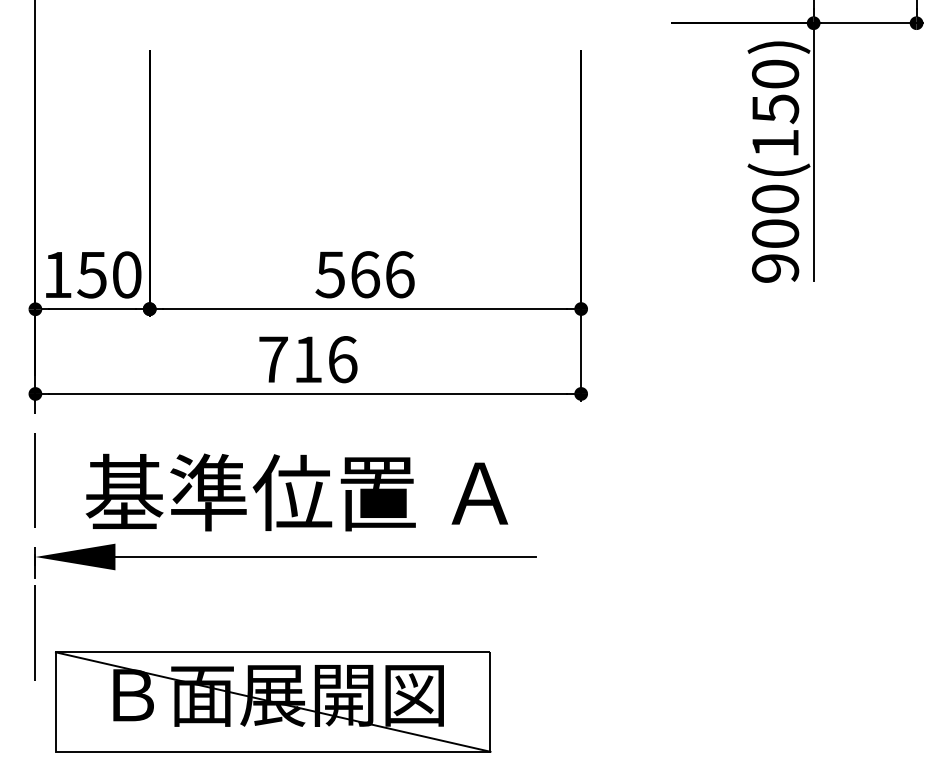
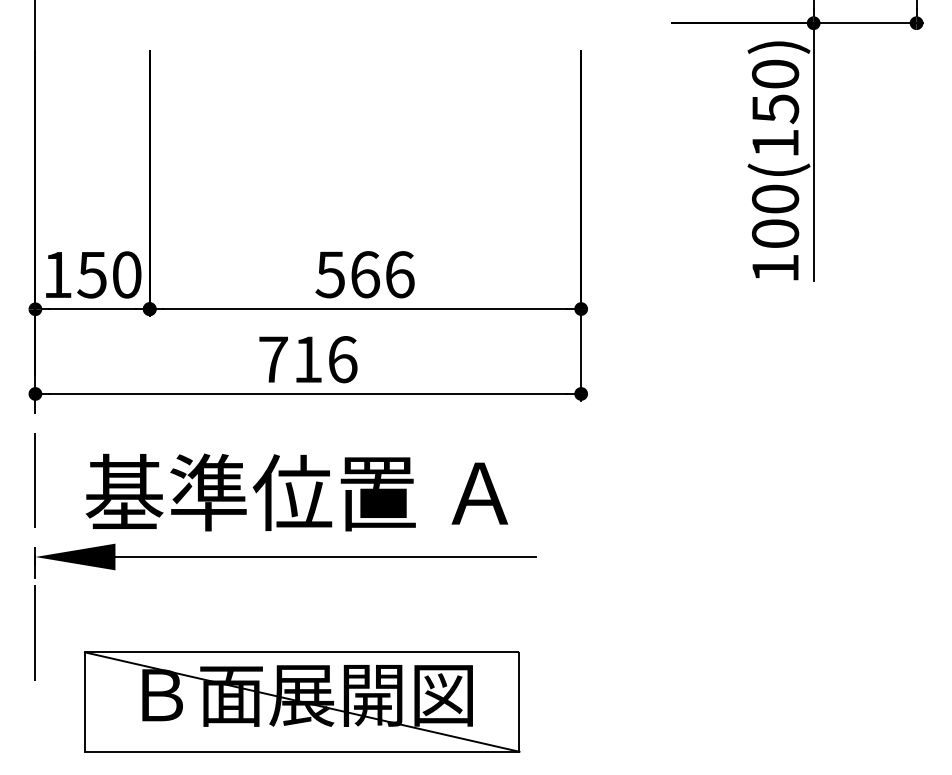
text at (775, 268): 900(150) -> 100(150)
part at (273, 701) position: (273, 701) -> (302, 701)
